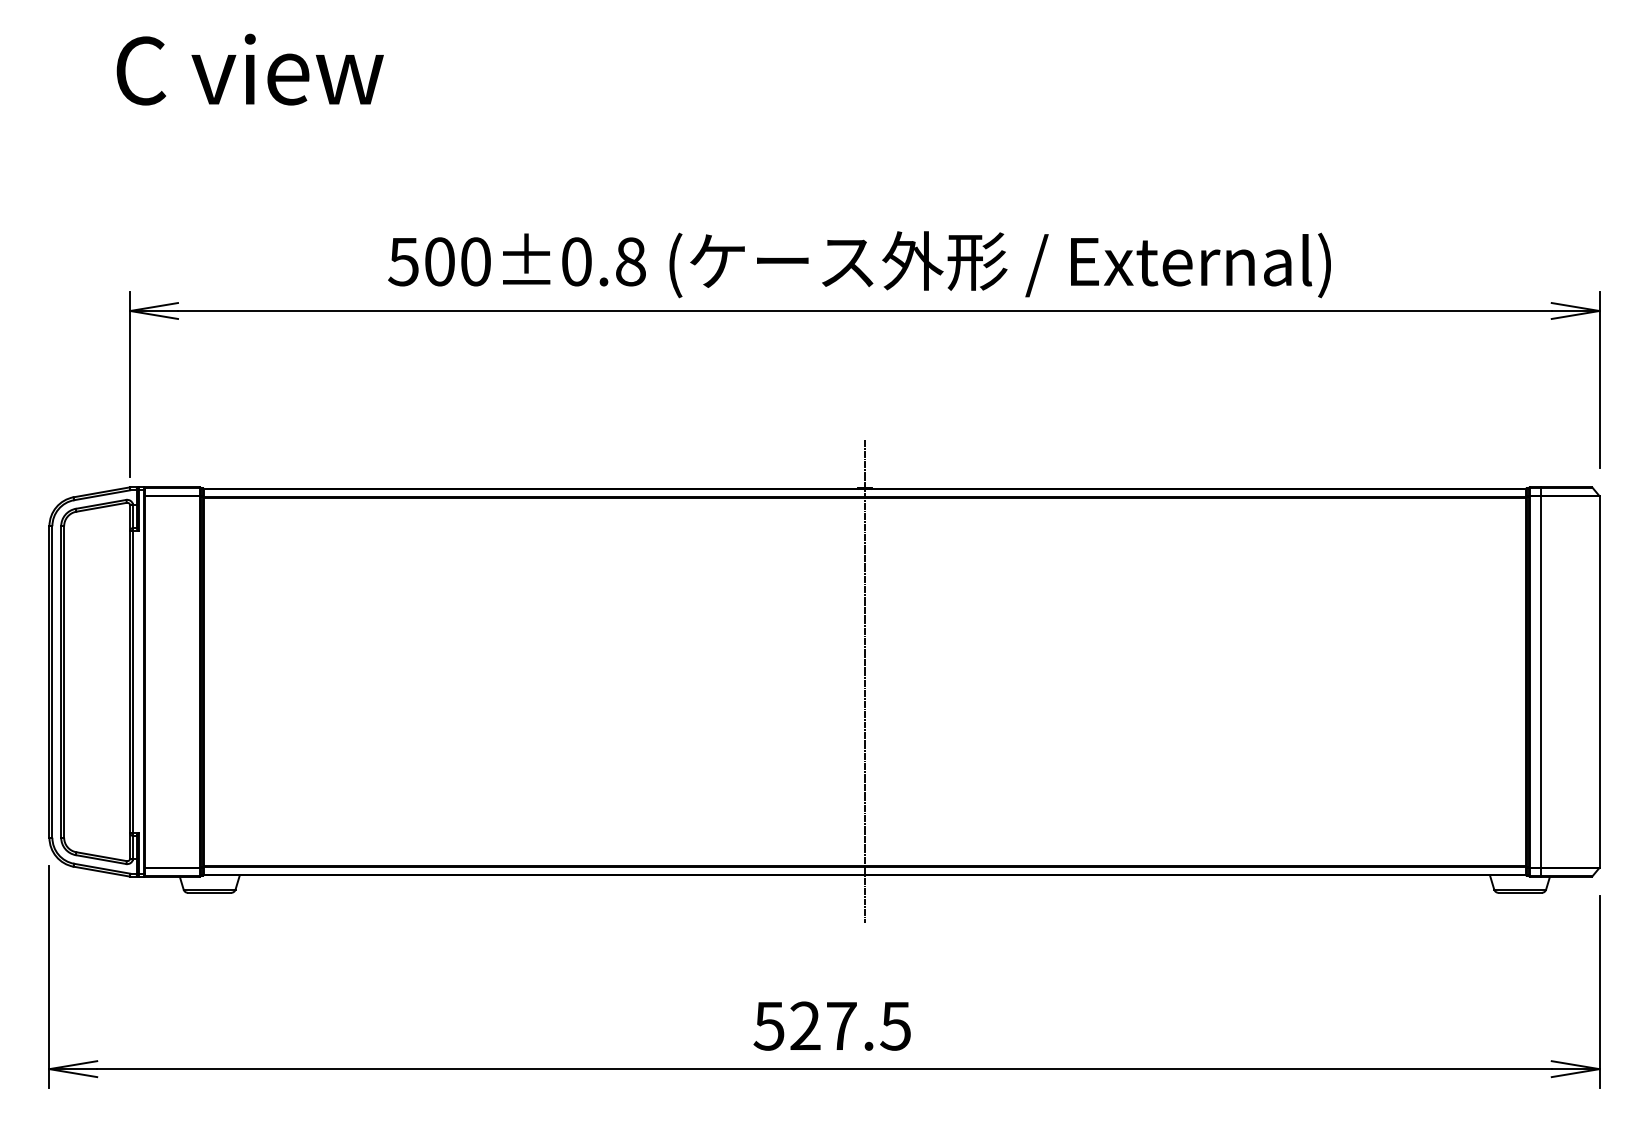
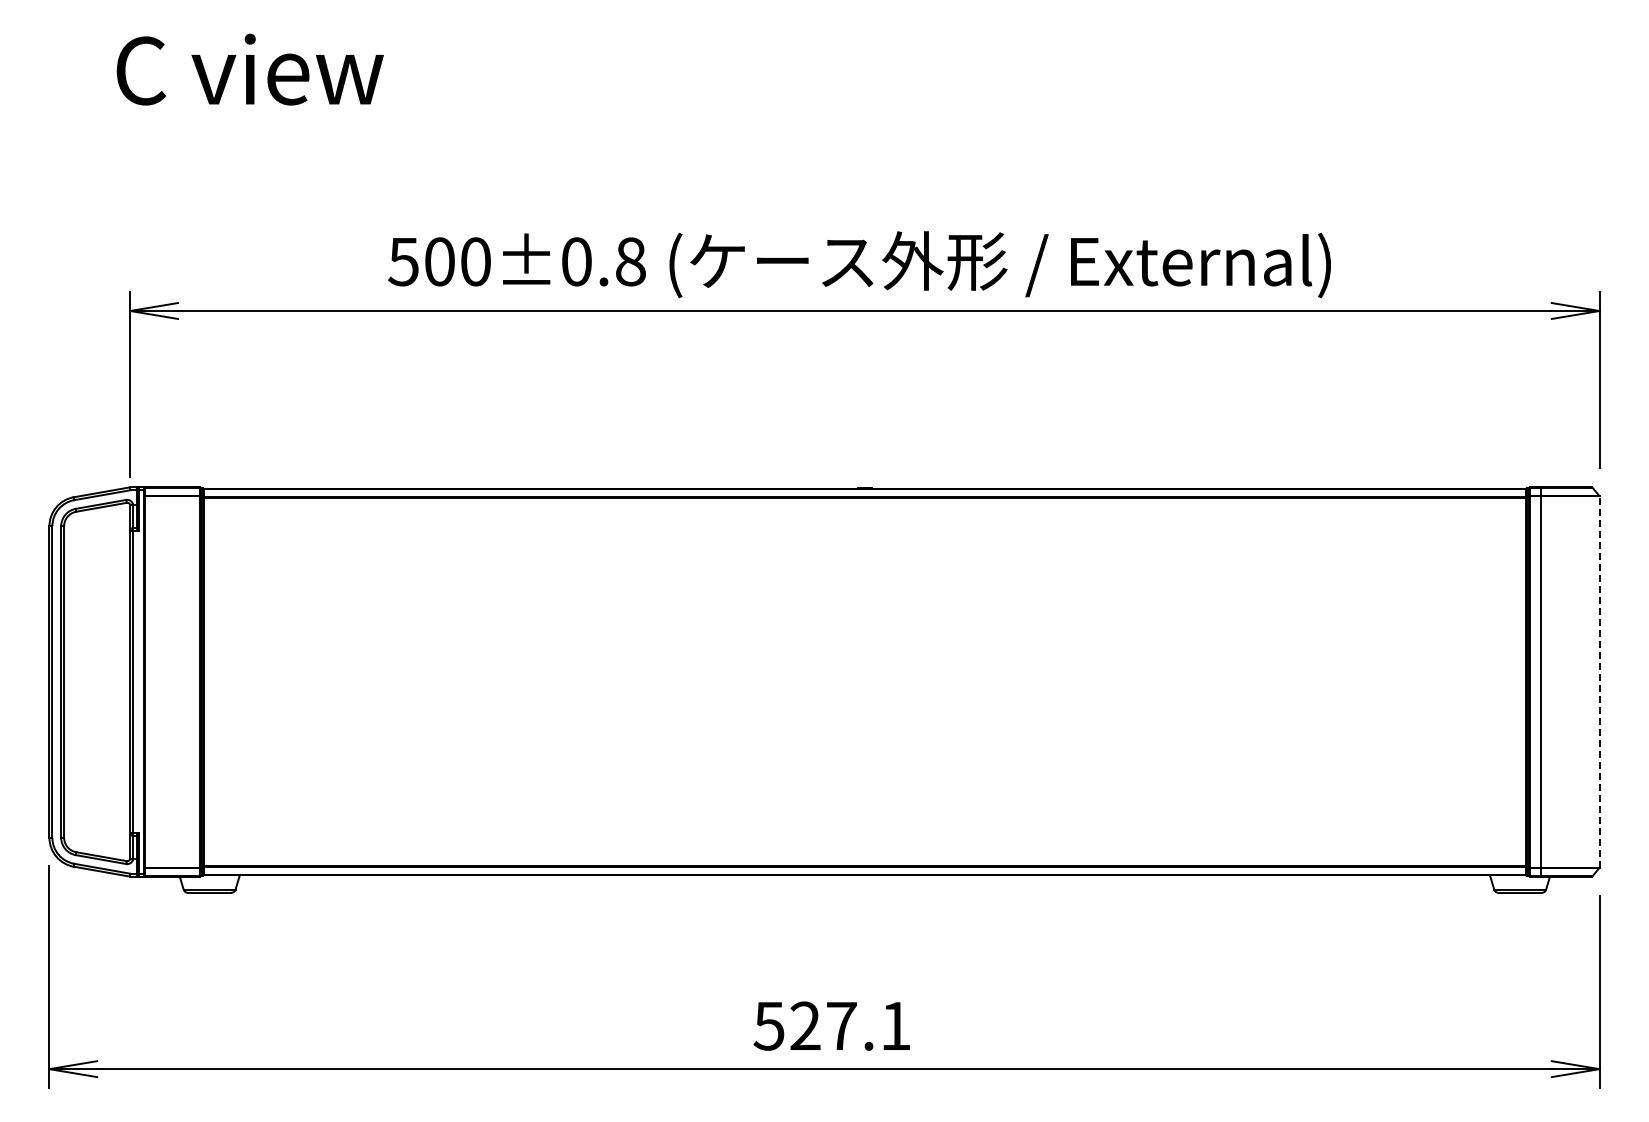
line at (864, 681): present -> none
line at (1599, 682): solid -> dashed
text at (895, 1026): 527.5 -> 527.1
